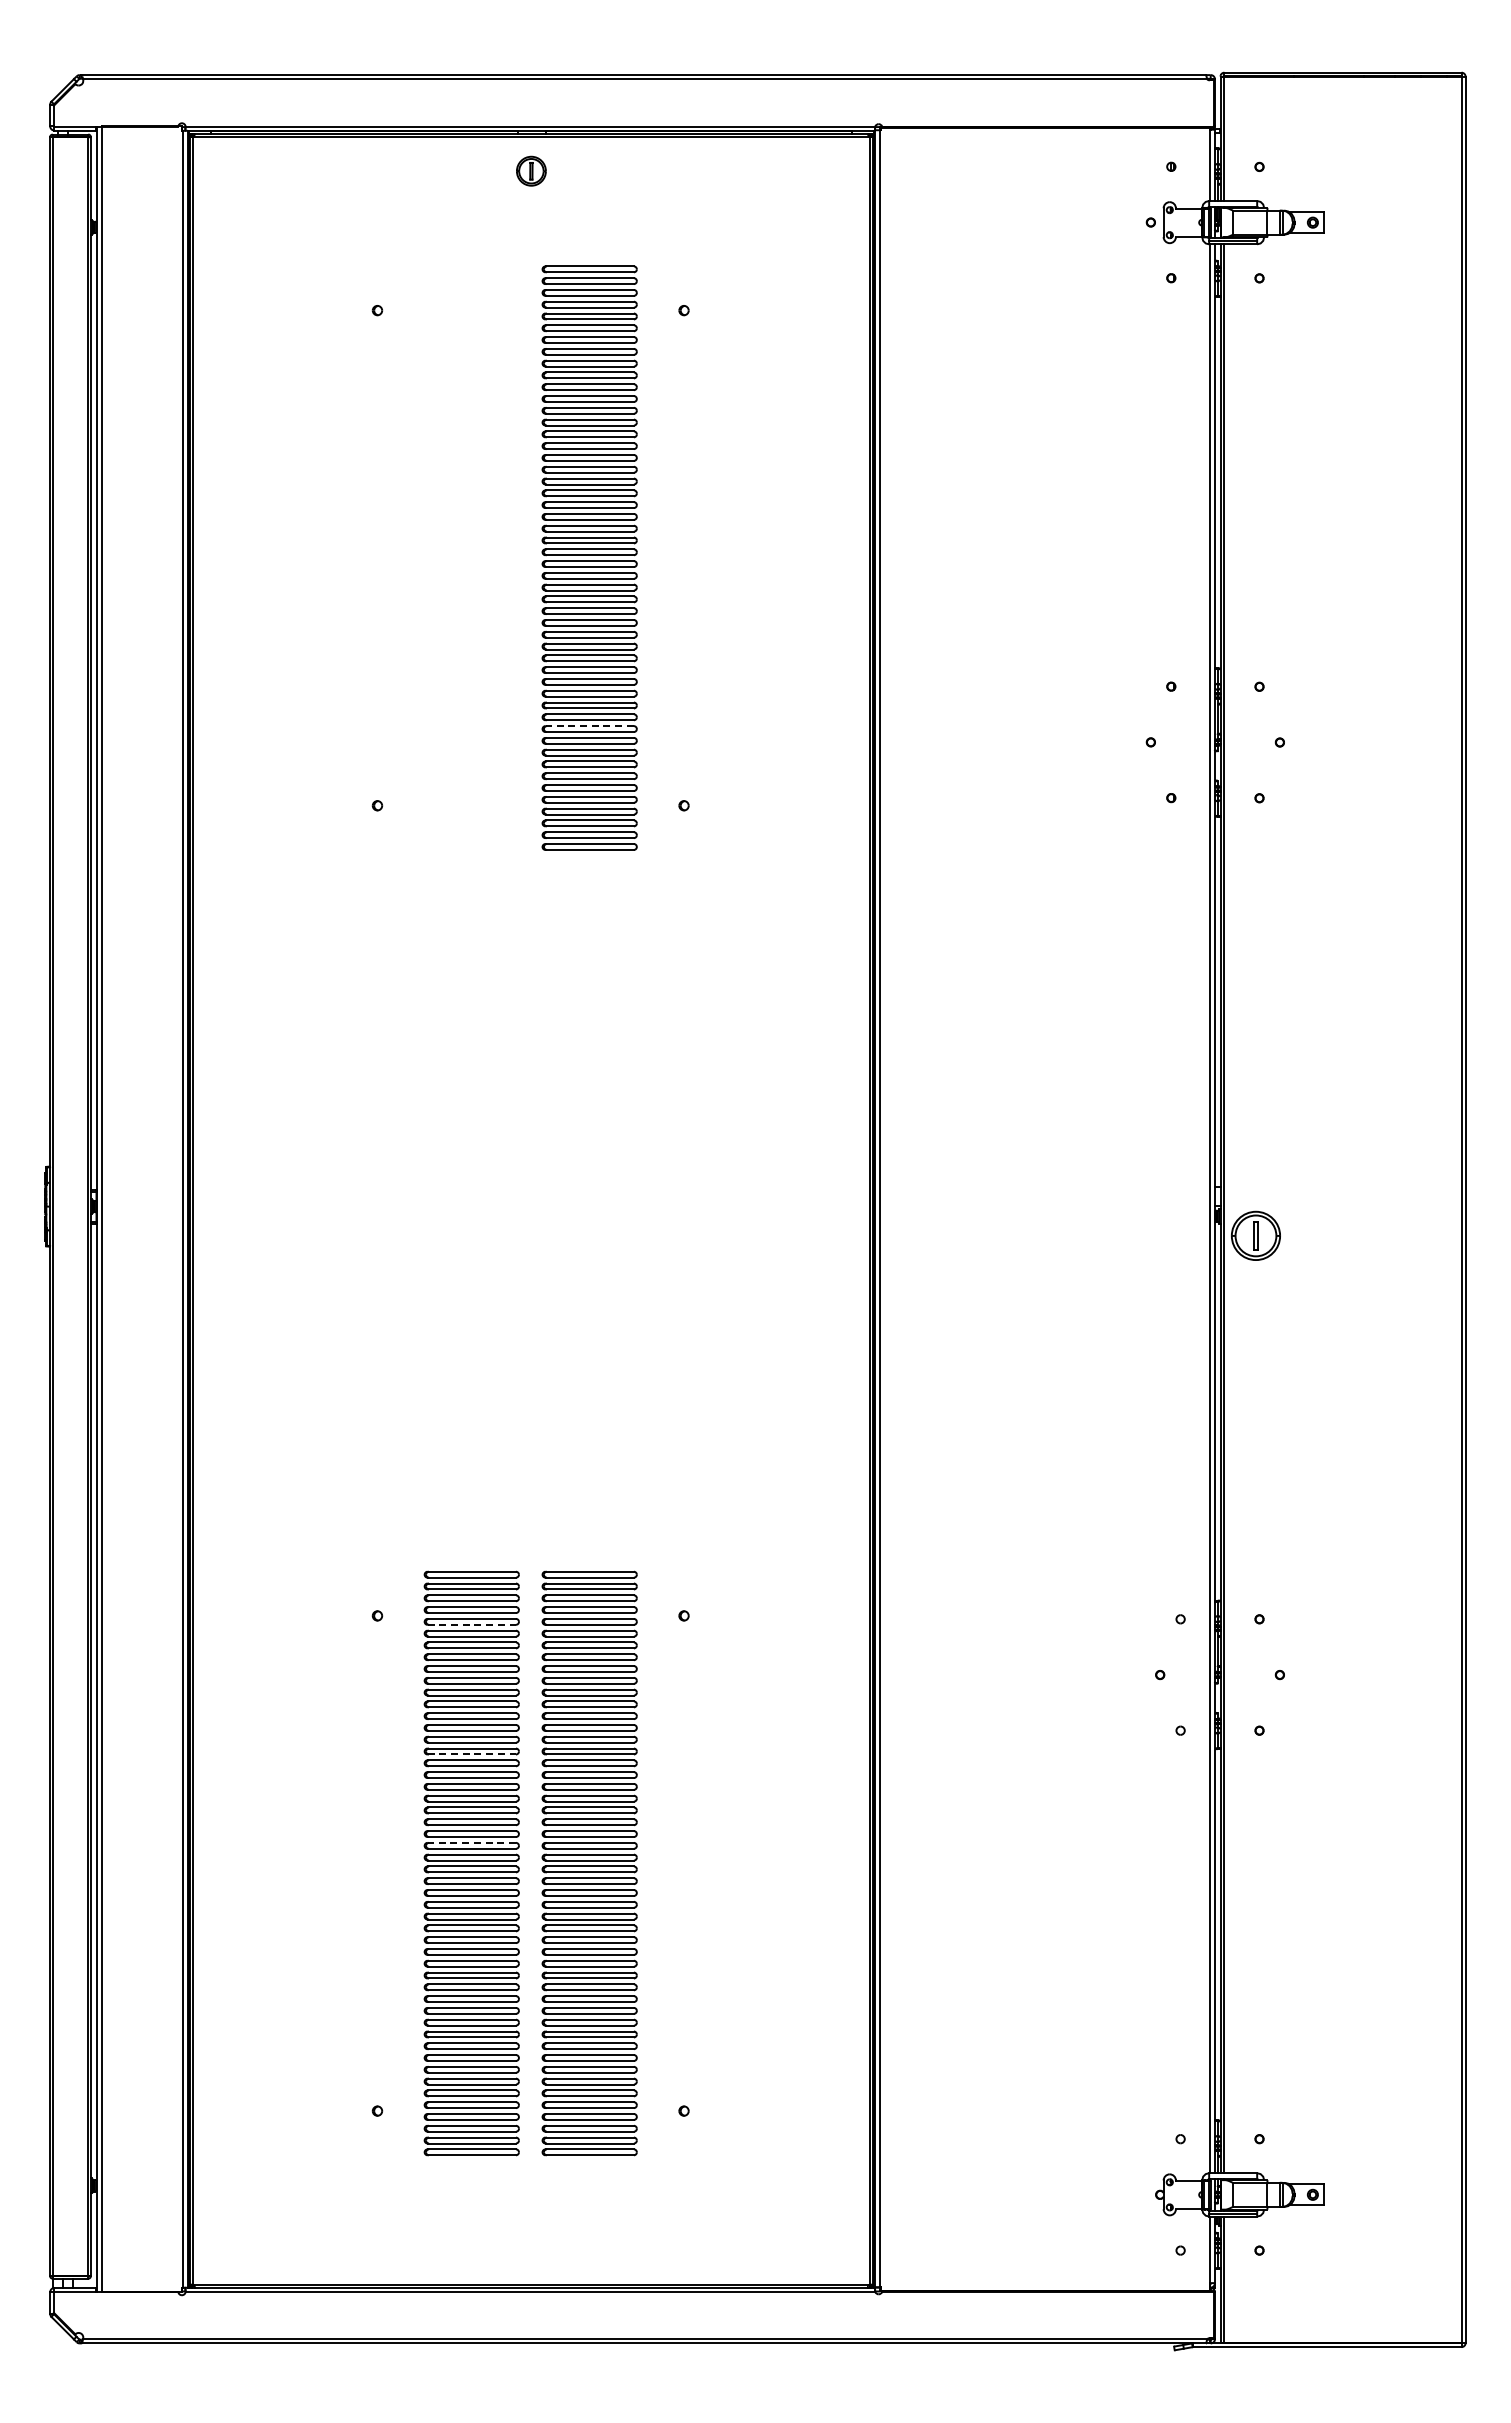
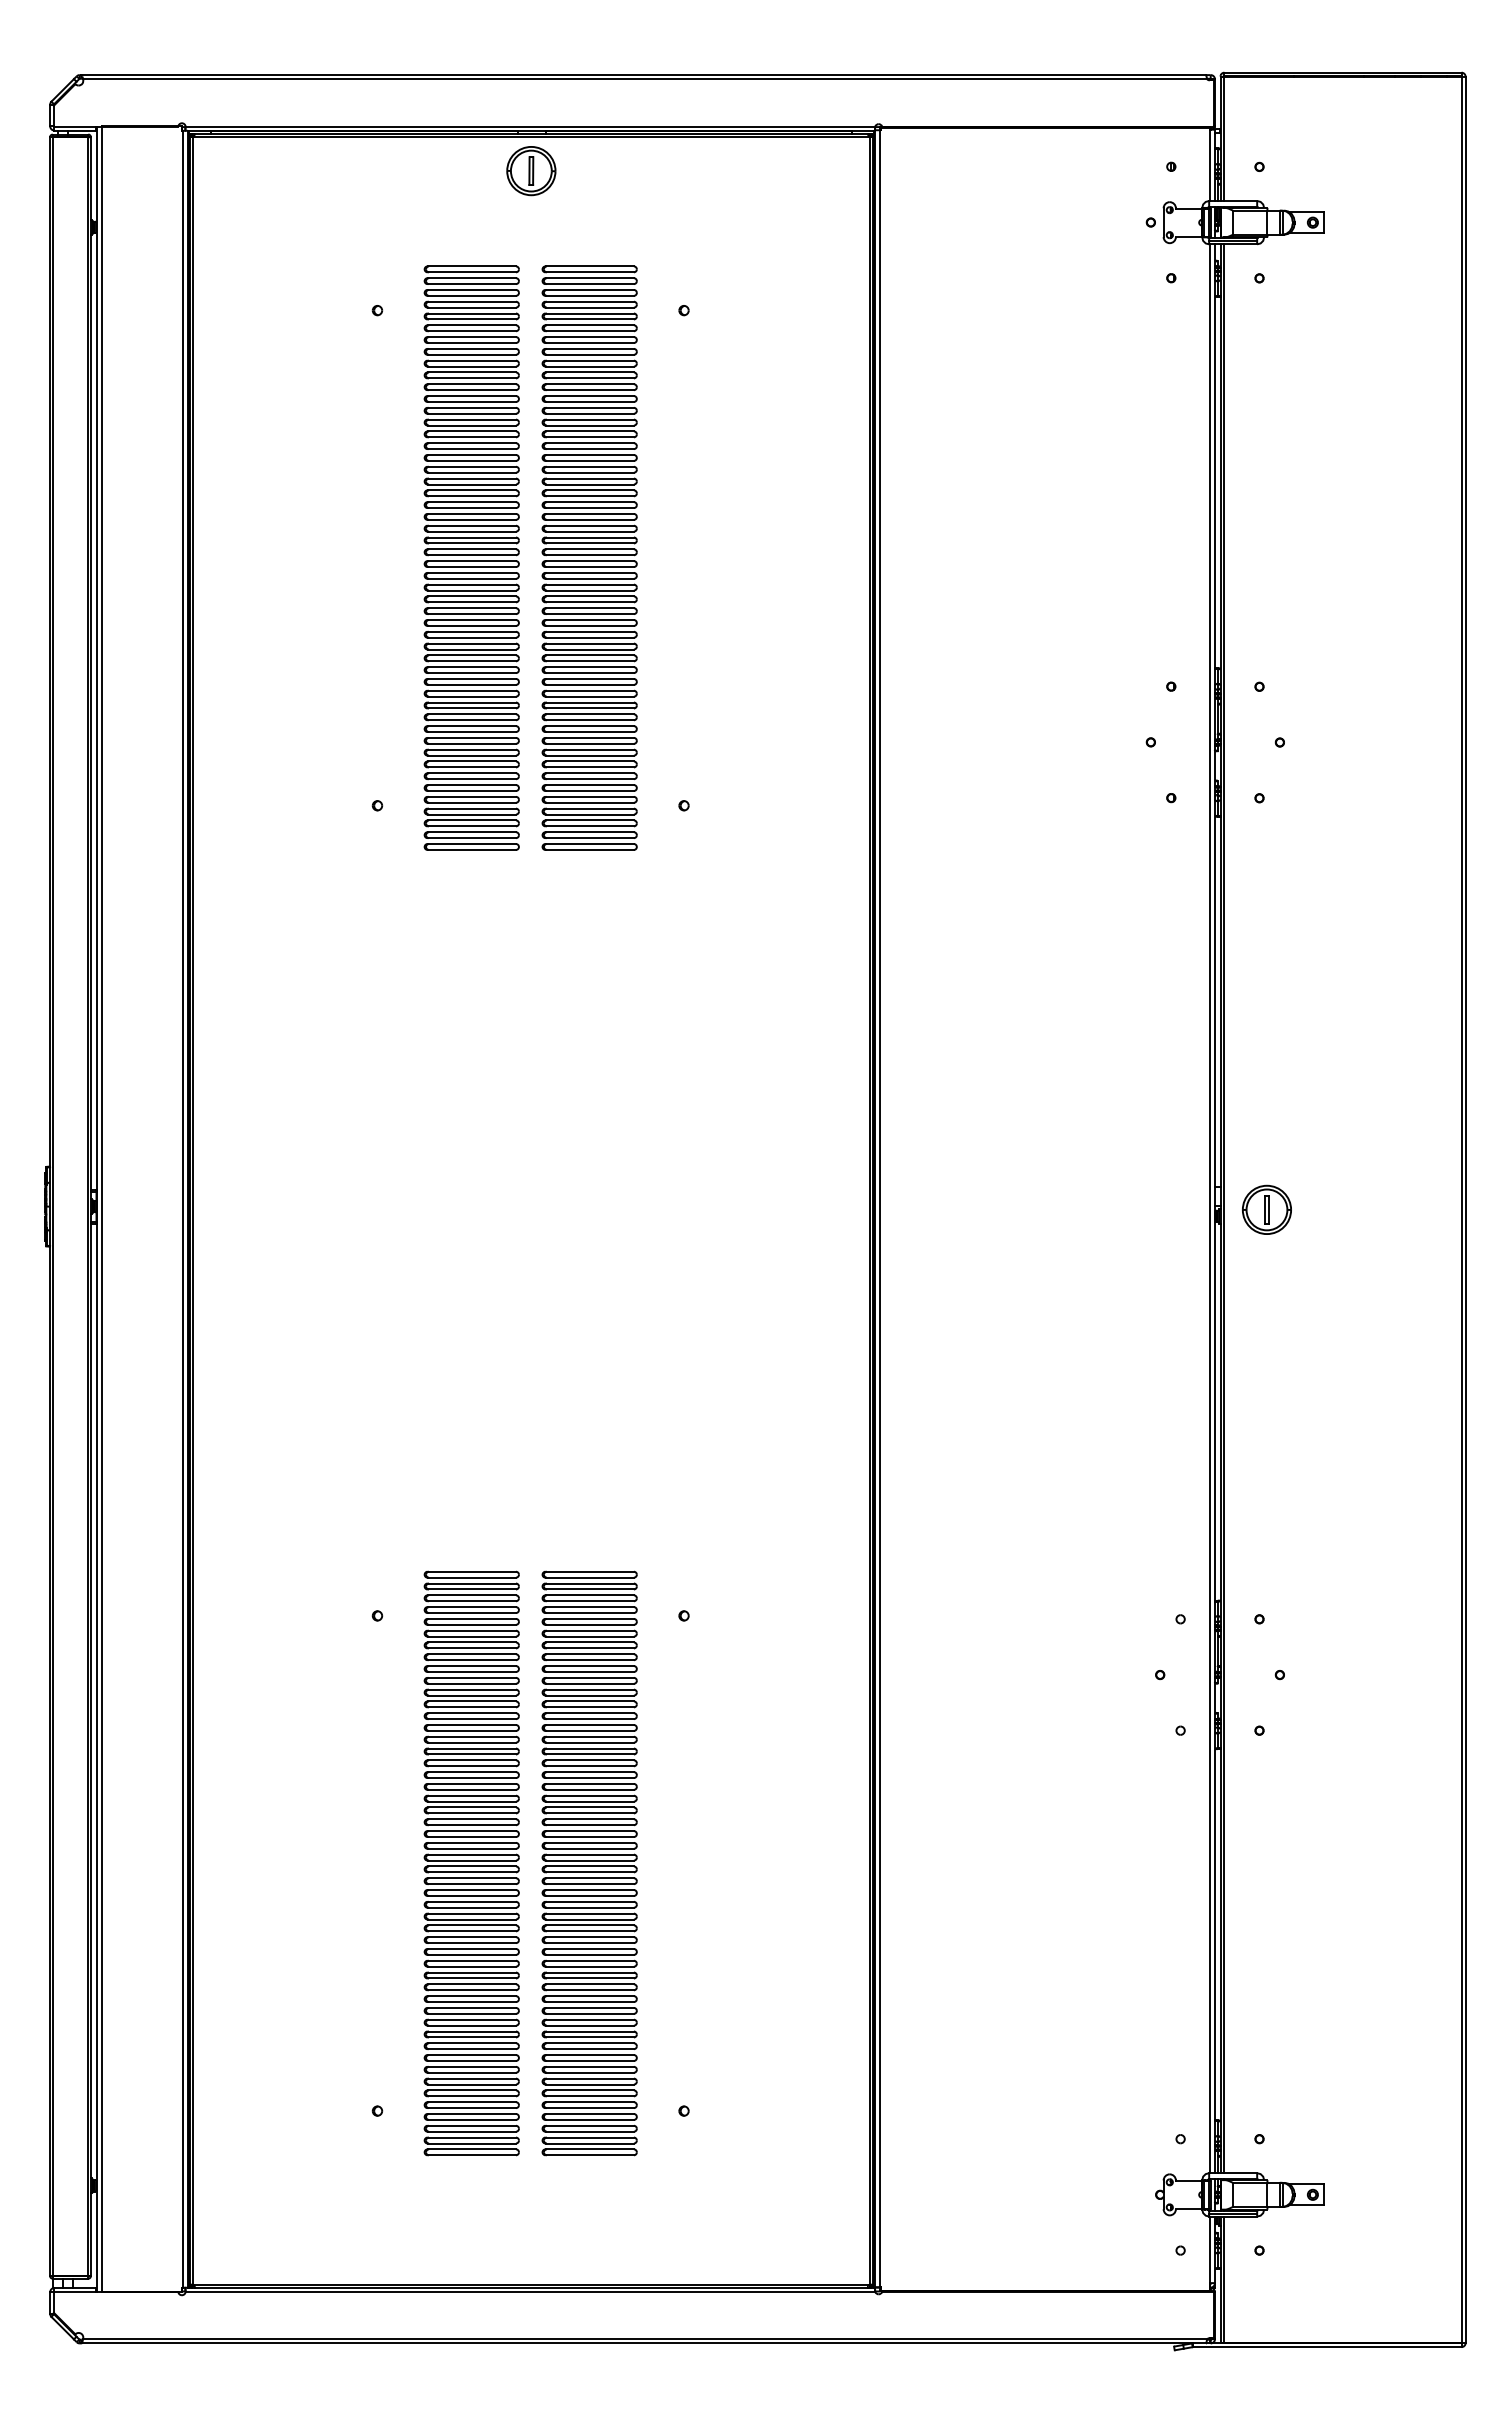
part at (531, 170) size: 31x32 px -> 51x51 px
part at (471, 557): none -> present
line at (589, 726): dashed -> solid
part at (1255, 1235) position: (1255, 1235) -> (1266, 1209)
line at (472, 1624): dashed -> solid
line at (472, 1754): dashed -> solid
line at (471, 1842): dashed -> solid
